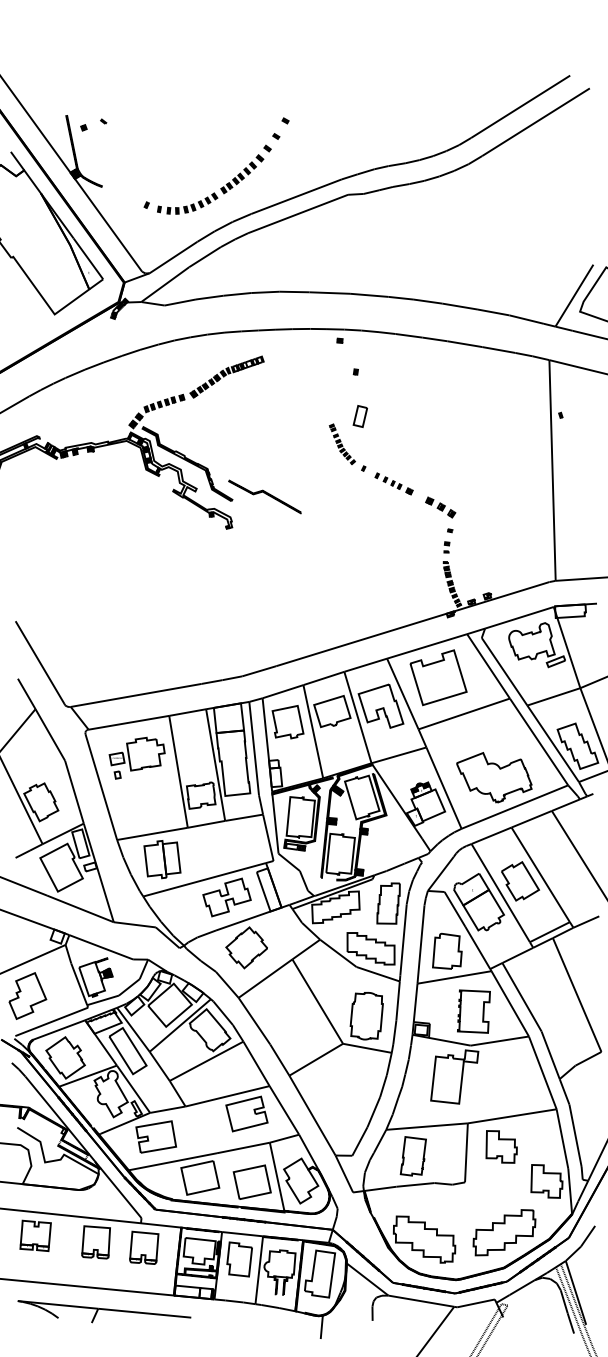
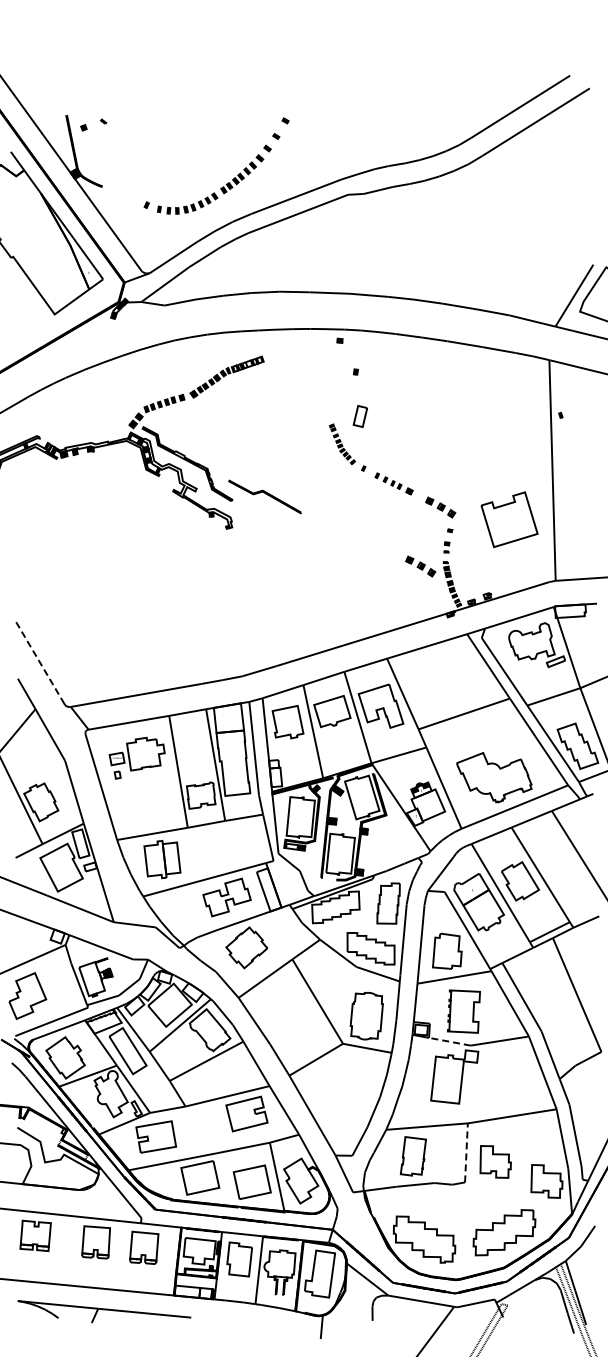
part at (420, 566): none -> present
line at (39, 662): solid -> dashed
part at (438, 677) position: (438, 677) -> (509, 519)
part at (473, 1011) position: (473, 1011) -> (463, 1011)
line at (449, 1041): solid -> dashed
part at (501, 1146) position: (501, 1146) -> (495, 1161)
line at (466, 1152): solid -> dashed
